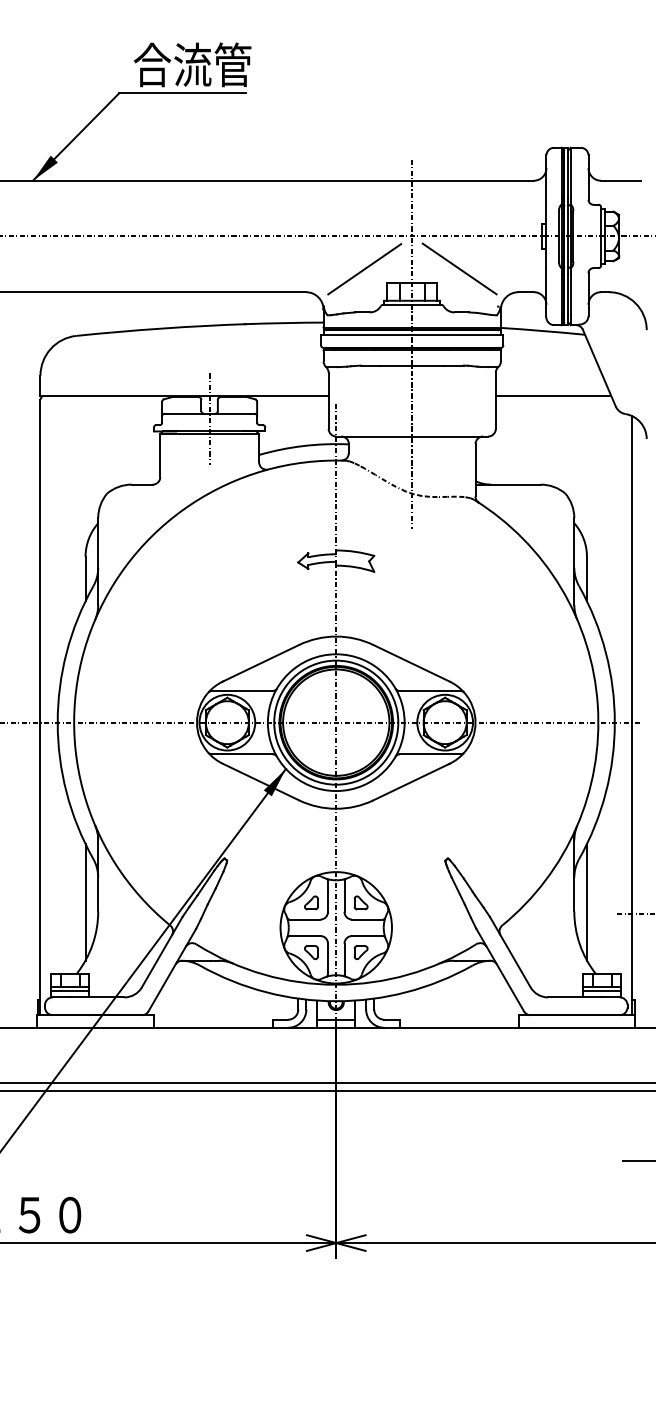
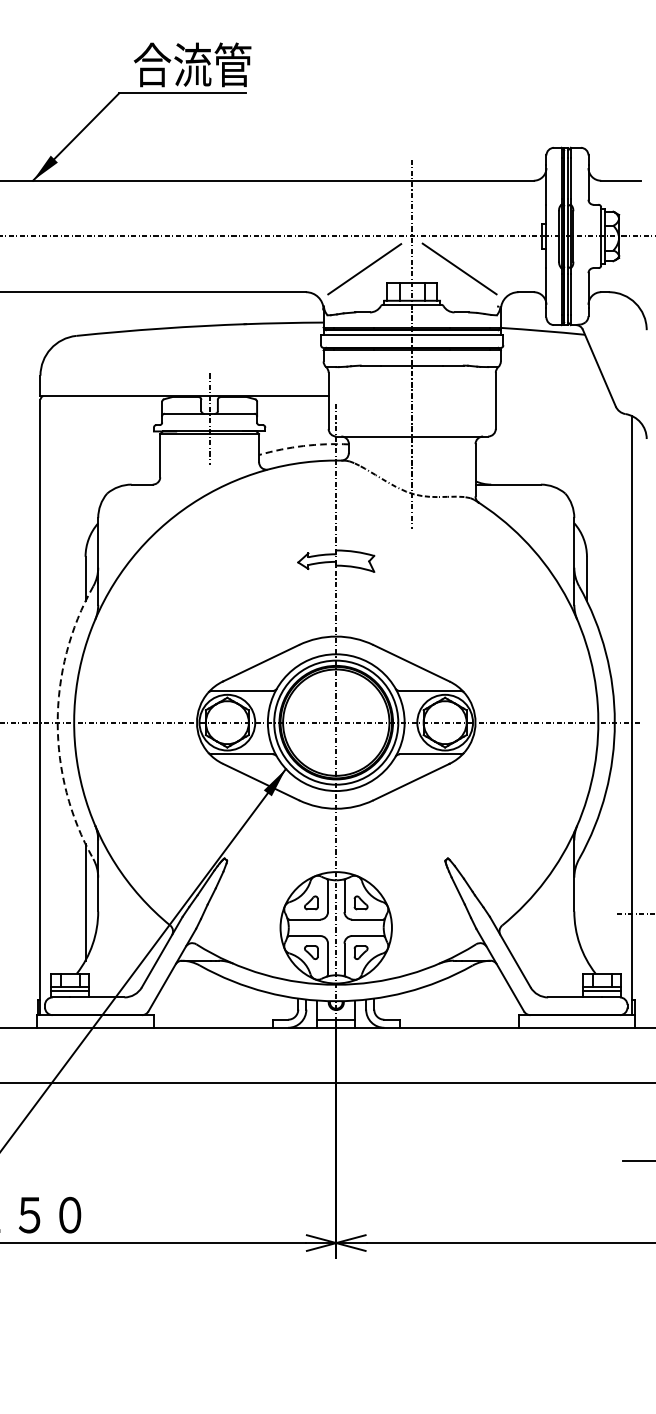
line at (553, 396): present -> none
arc at (303, 446): solid -> dashed
arc at (57, 722): solid -> dashed
line at (586, 902): present -> none
line at (327, 1091): present -> none
